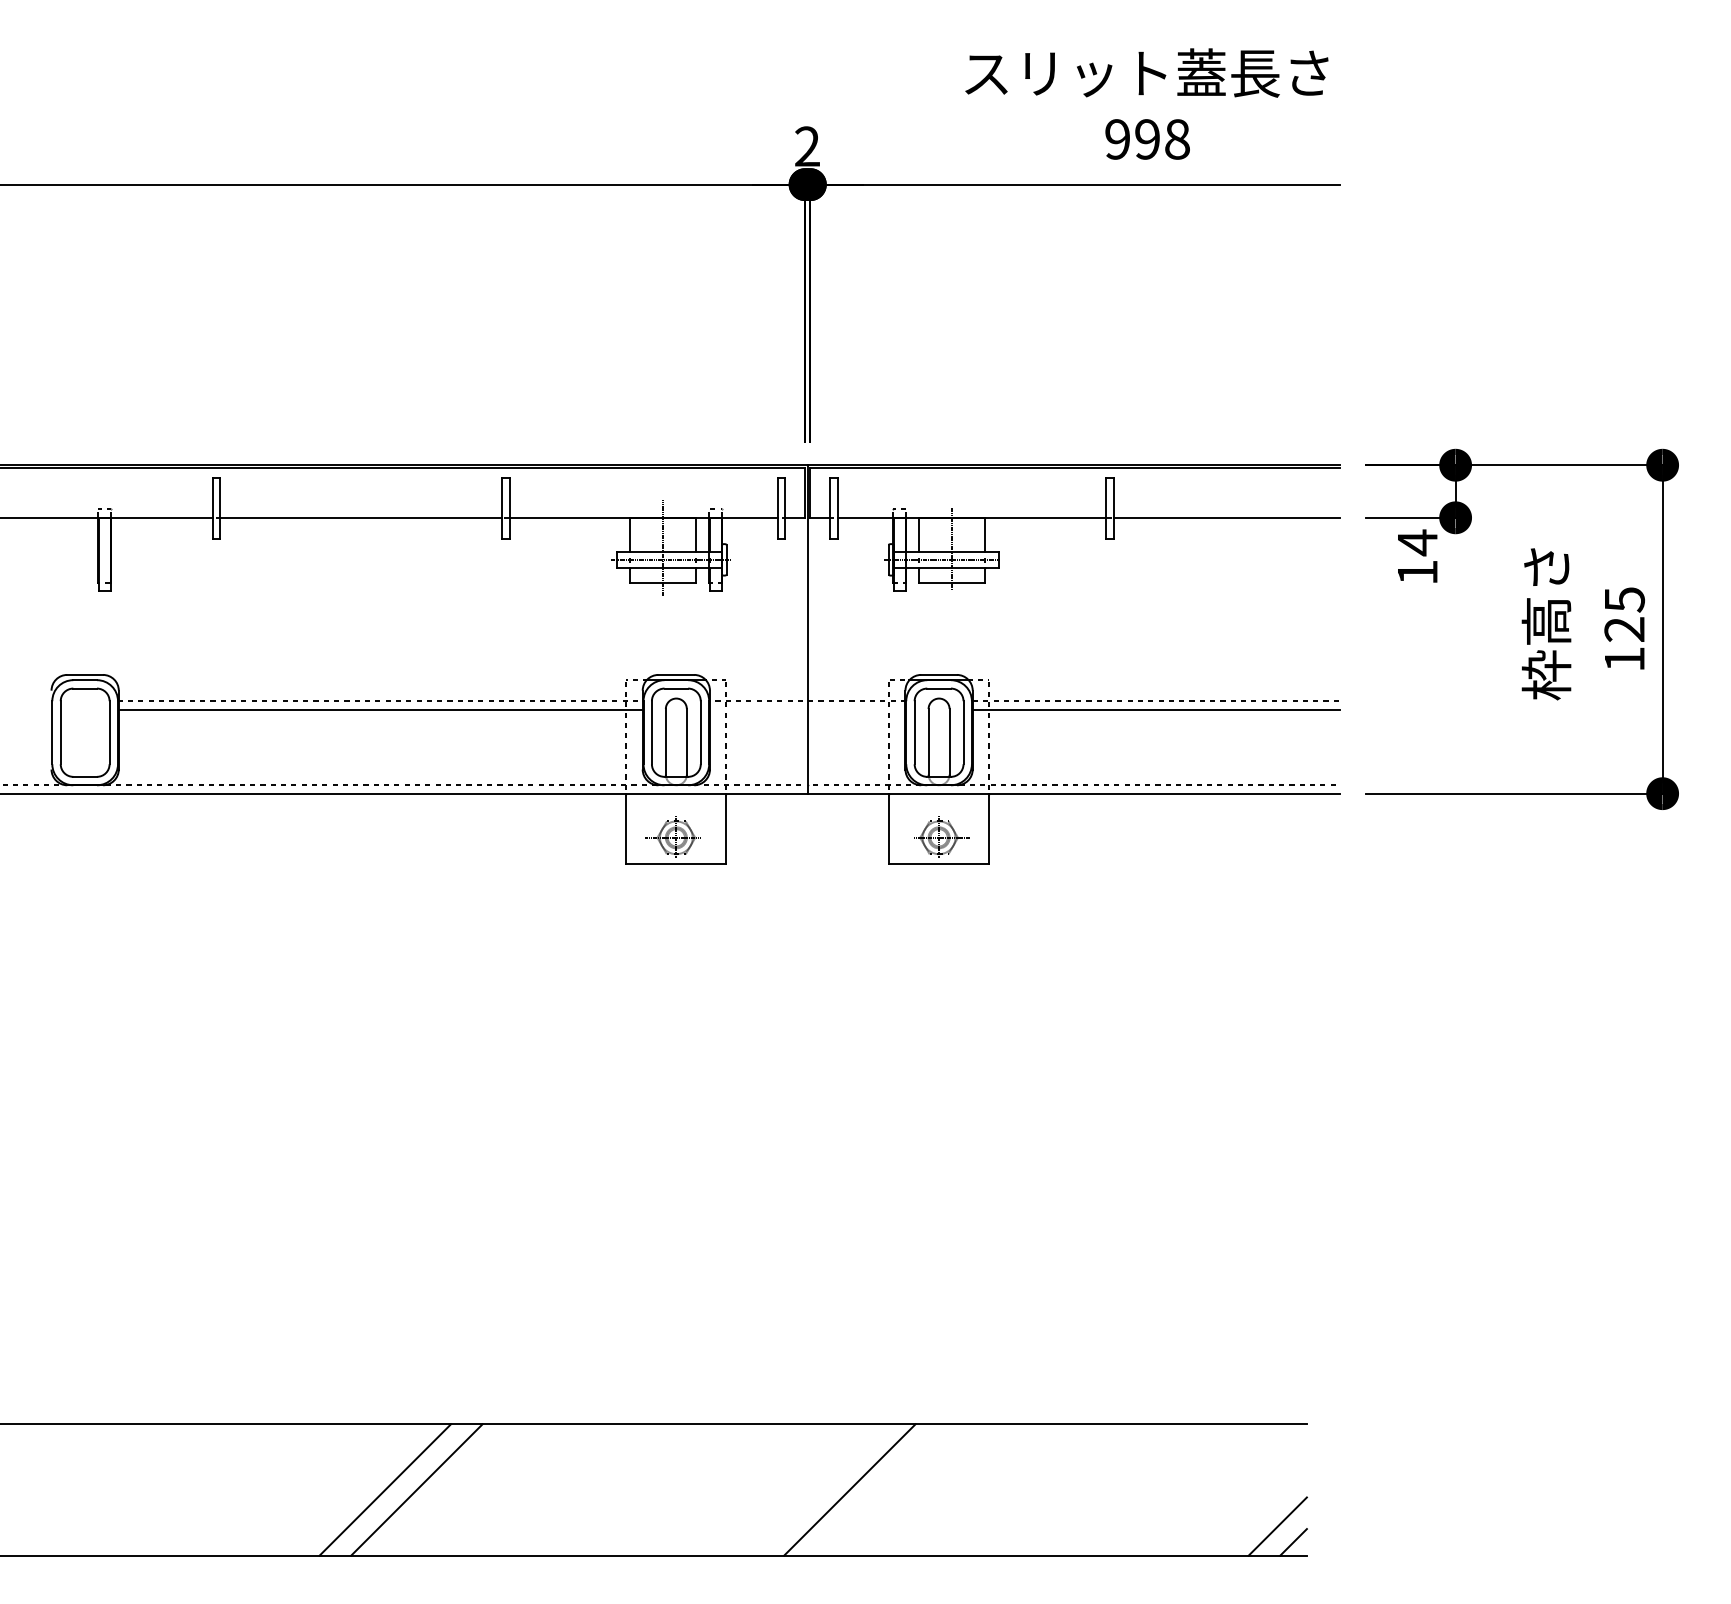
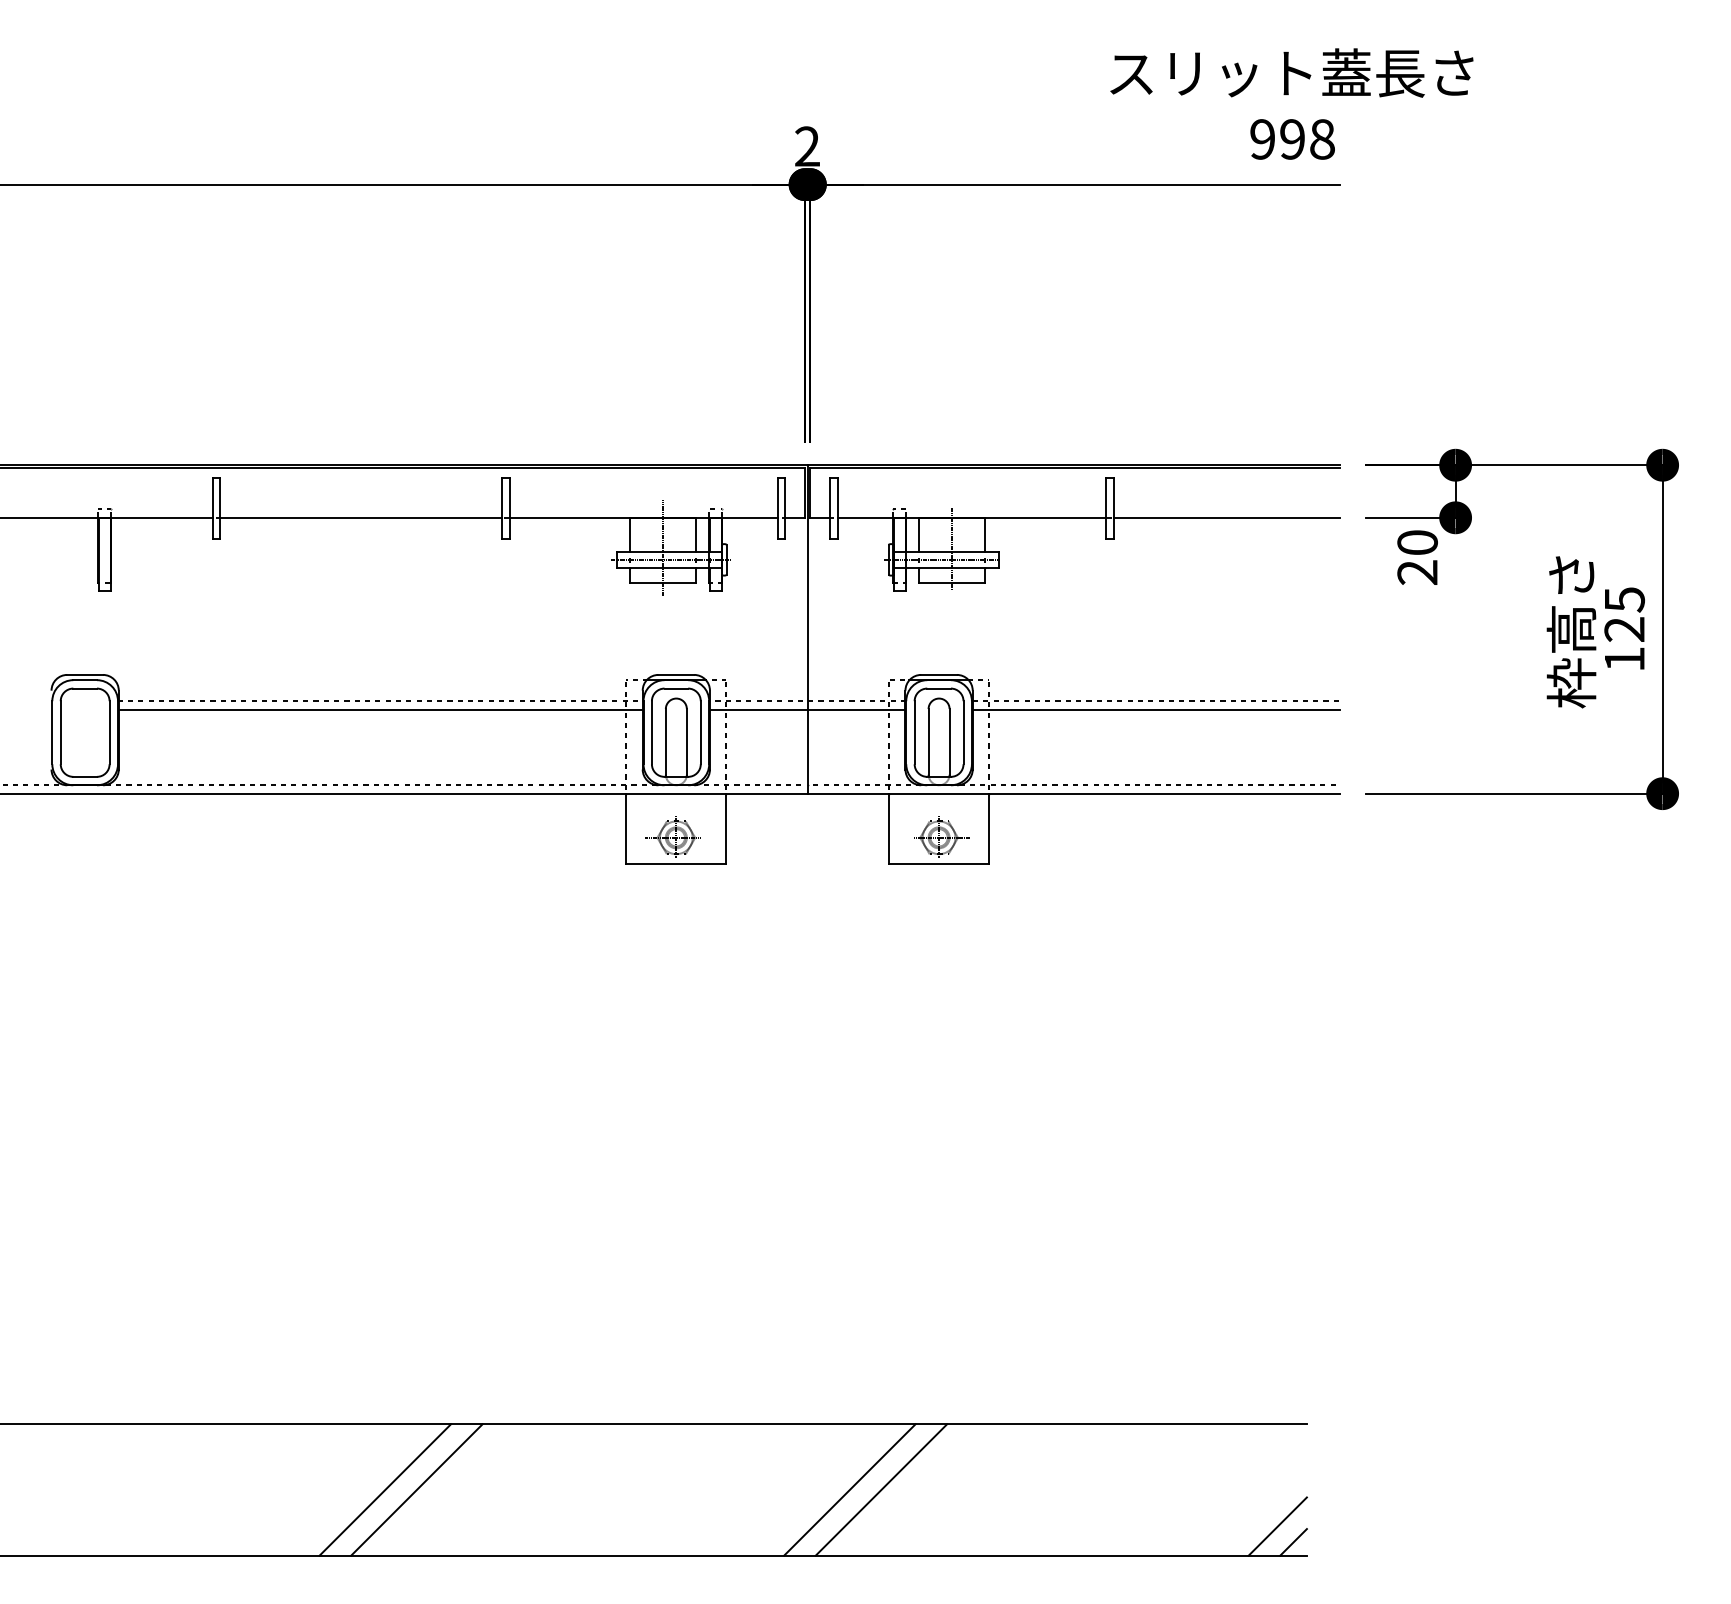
text at (1146, 103) position: (1146, 103) -> (1291, 103)
text at (1417, 556): 14 -> 20
text at (1546, 624) position: (1546, 624) -> (1571, 632)
line at (807, 709): none -> present
line at (881, 1489): none -> present
